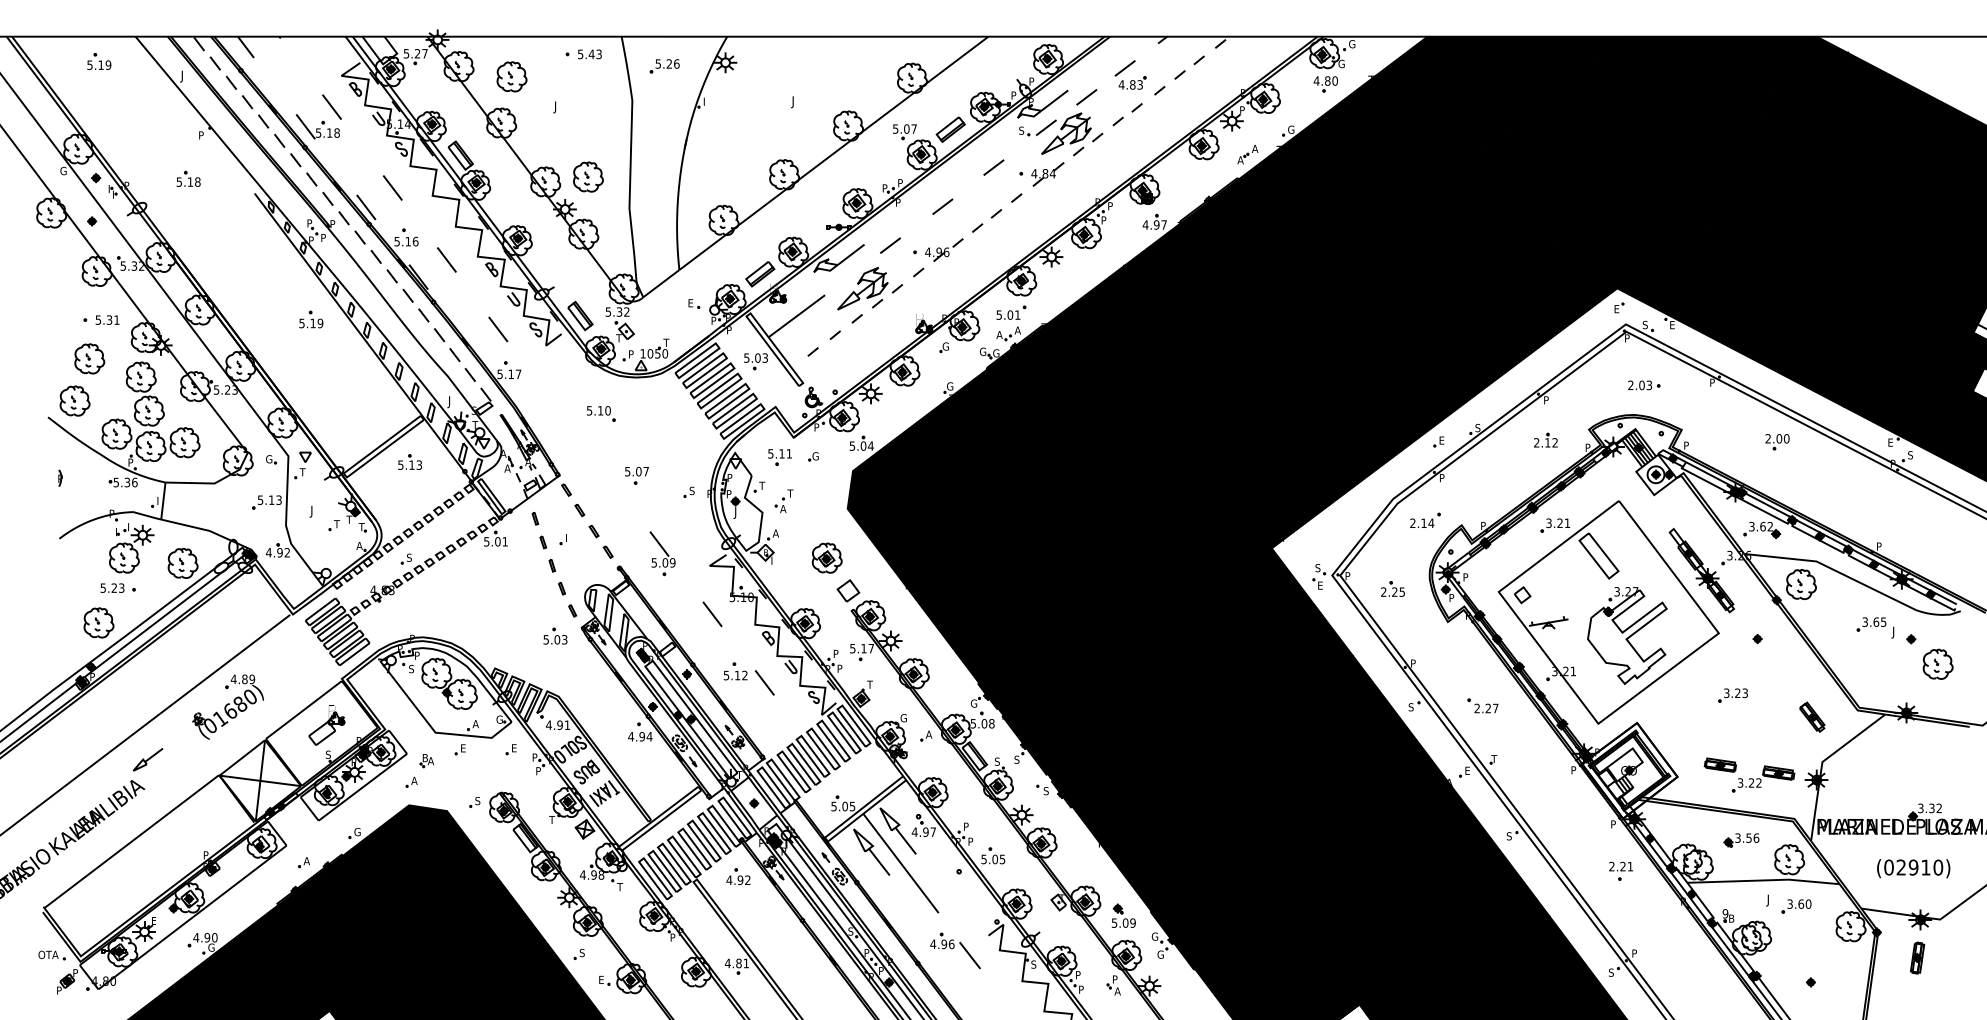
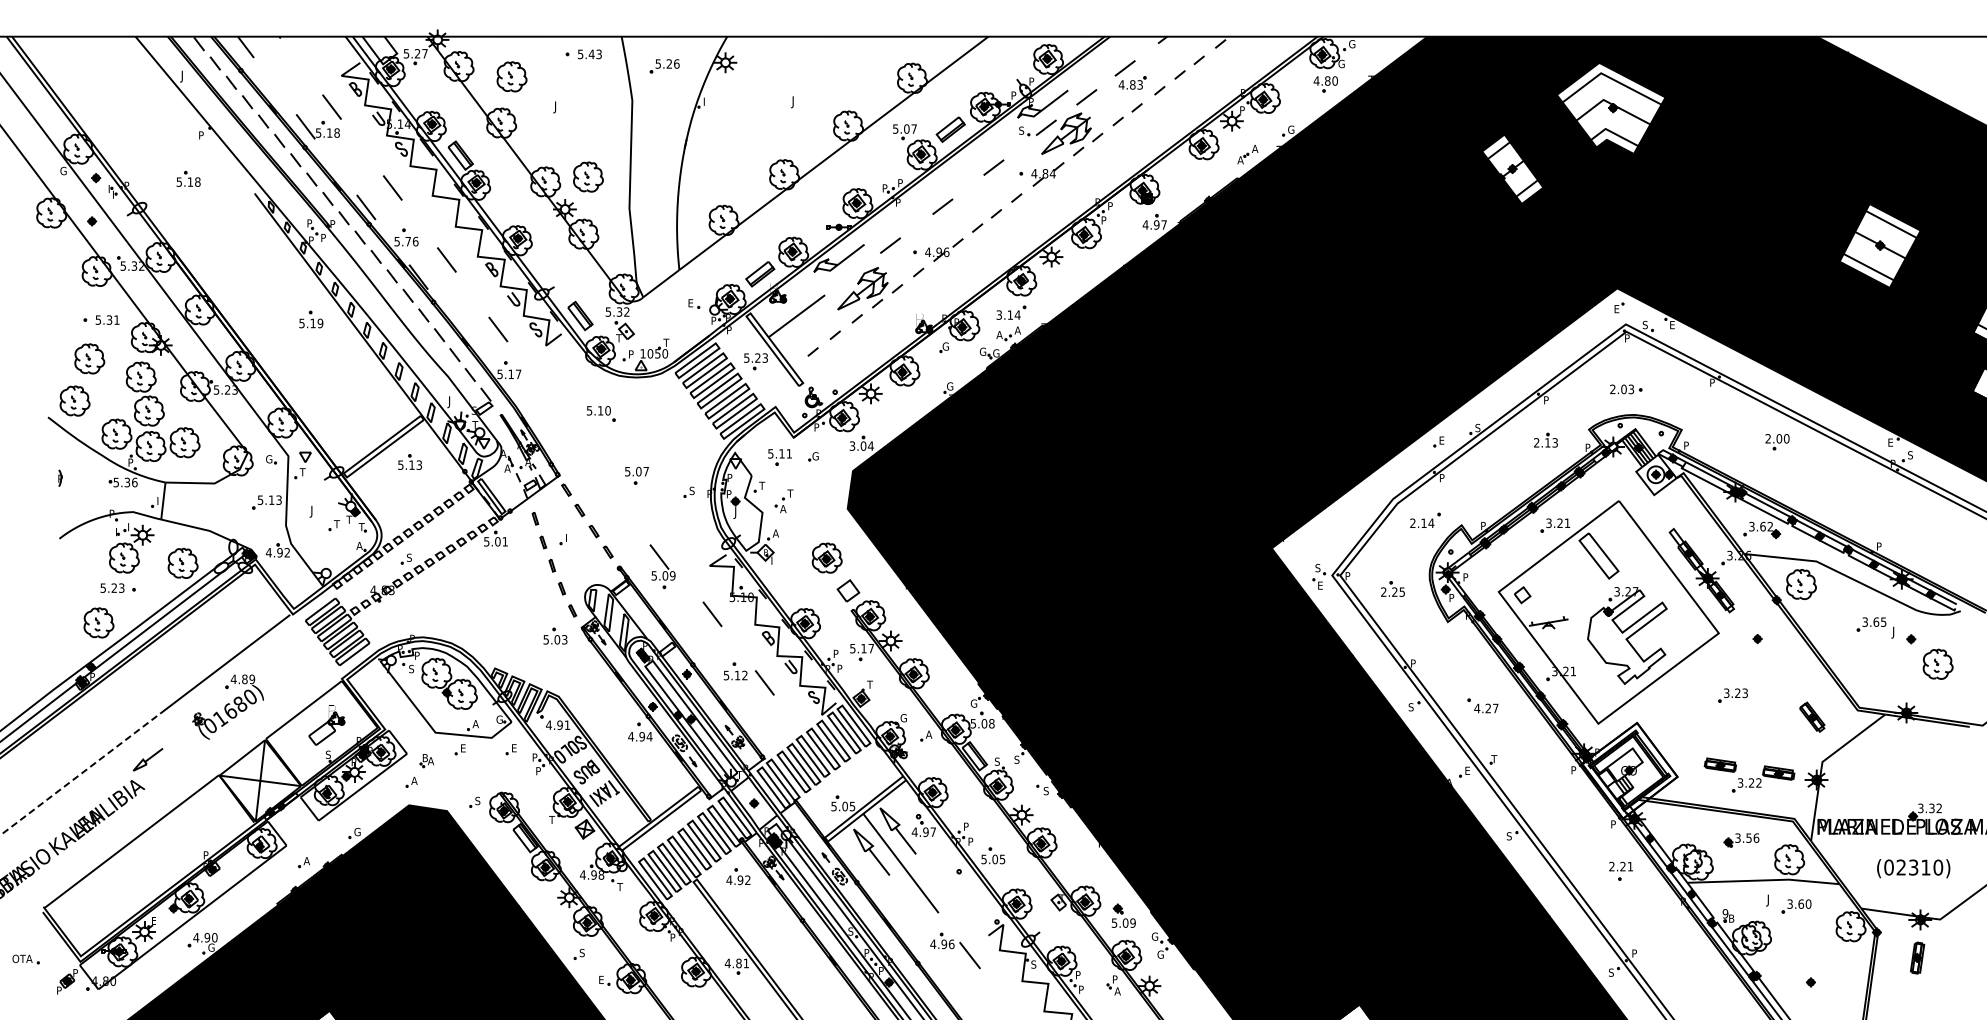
part at (99, 60): present -> none
fill at (1610, 108): present -> none
fill at (1512, 169): present -> none
text at (407, 241): 5.16 -> 5.76
fill at (1879, 245): present -> none
text at (1008, 314): 5.01 -> 3.14
text at (757, 357): 5.03 -> 5.23
part at (1644, 385) position: (1644, 385) -> (1626, 389)
text at (1554, 442): 2.12 -> 2.13
text at (852, 445): 5.04 -> 3.04
part at (662, 553) position: (662, 553) -> (662, 566)
text at (1477, 708): 2.27 -> 4.27
line at (80, 774): solid -> dashed
text at (1913, 867): (02910) -> (02310)
part at (51, 955) position: (51, 955) -> (25, 959)
